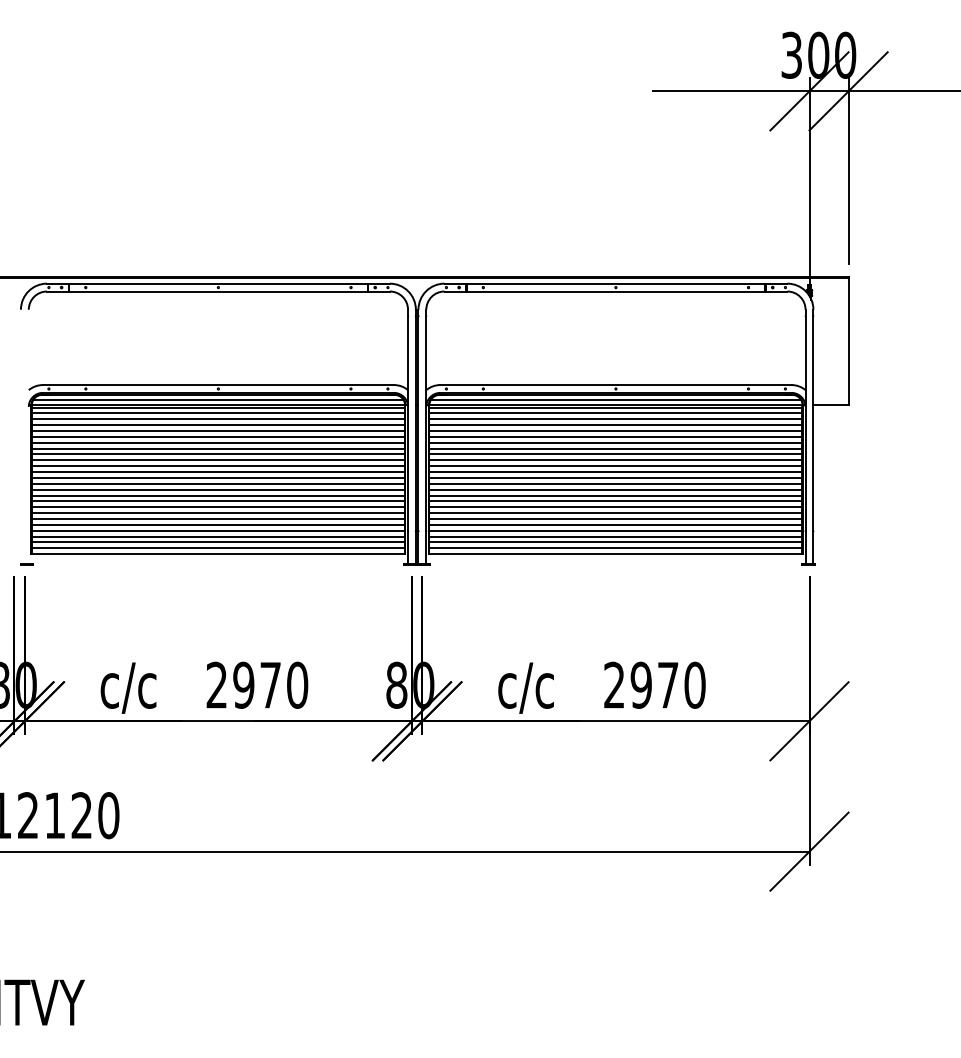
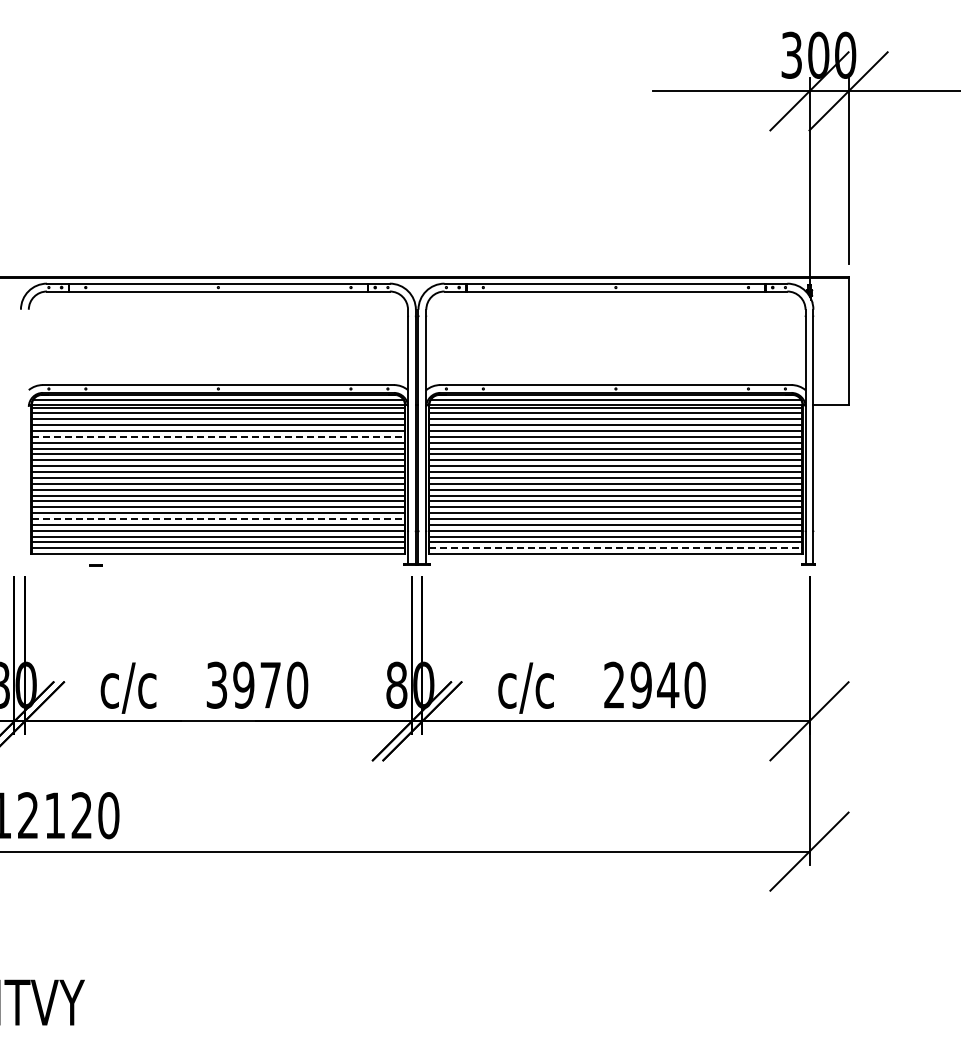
line at (218, 436): solid -> dashed
line at (218, 518): solid -> dashed
line at (615, 548): solid -> dashed
line at (26, 564) position: (26, 564) -> (95, 565)
text at (216, 685): 2970 -> 3970
text at (668, 685): 2970 -> 2940
